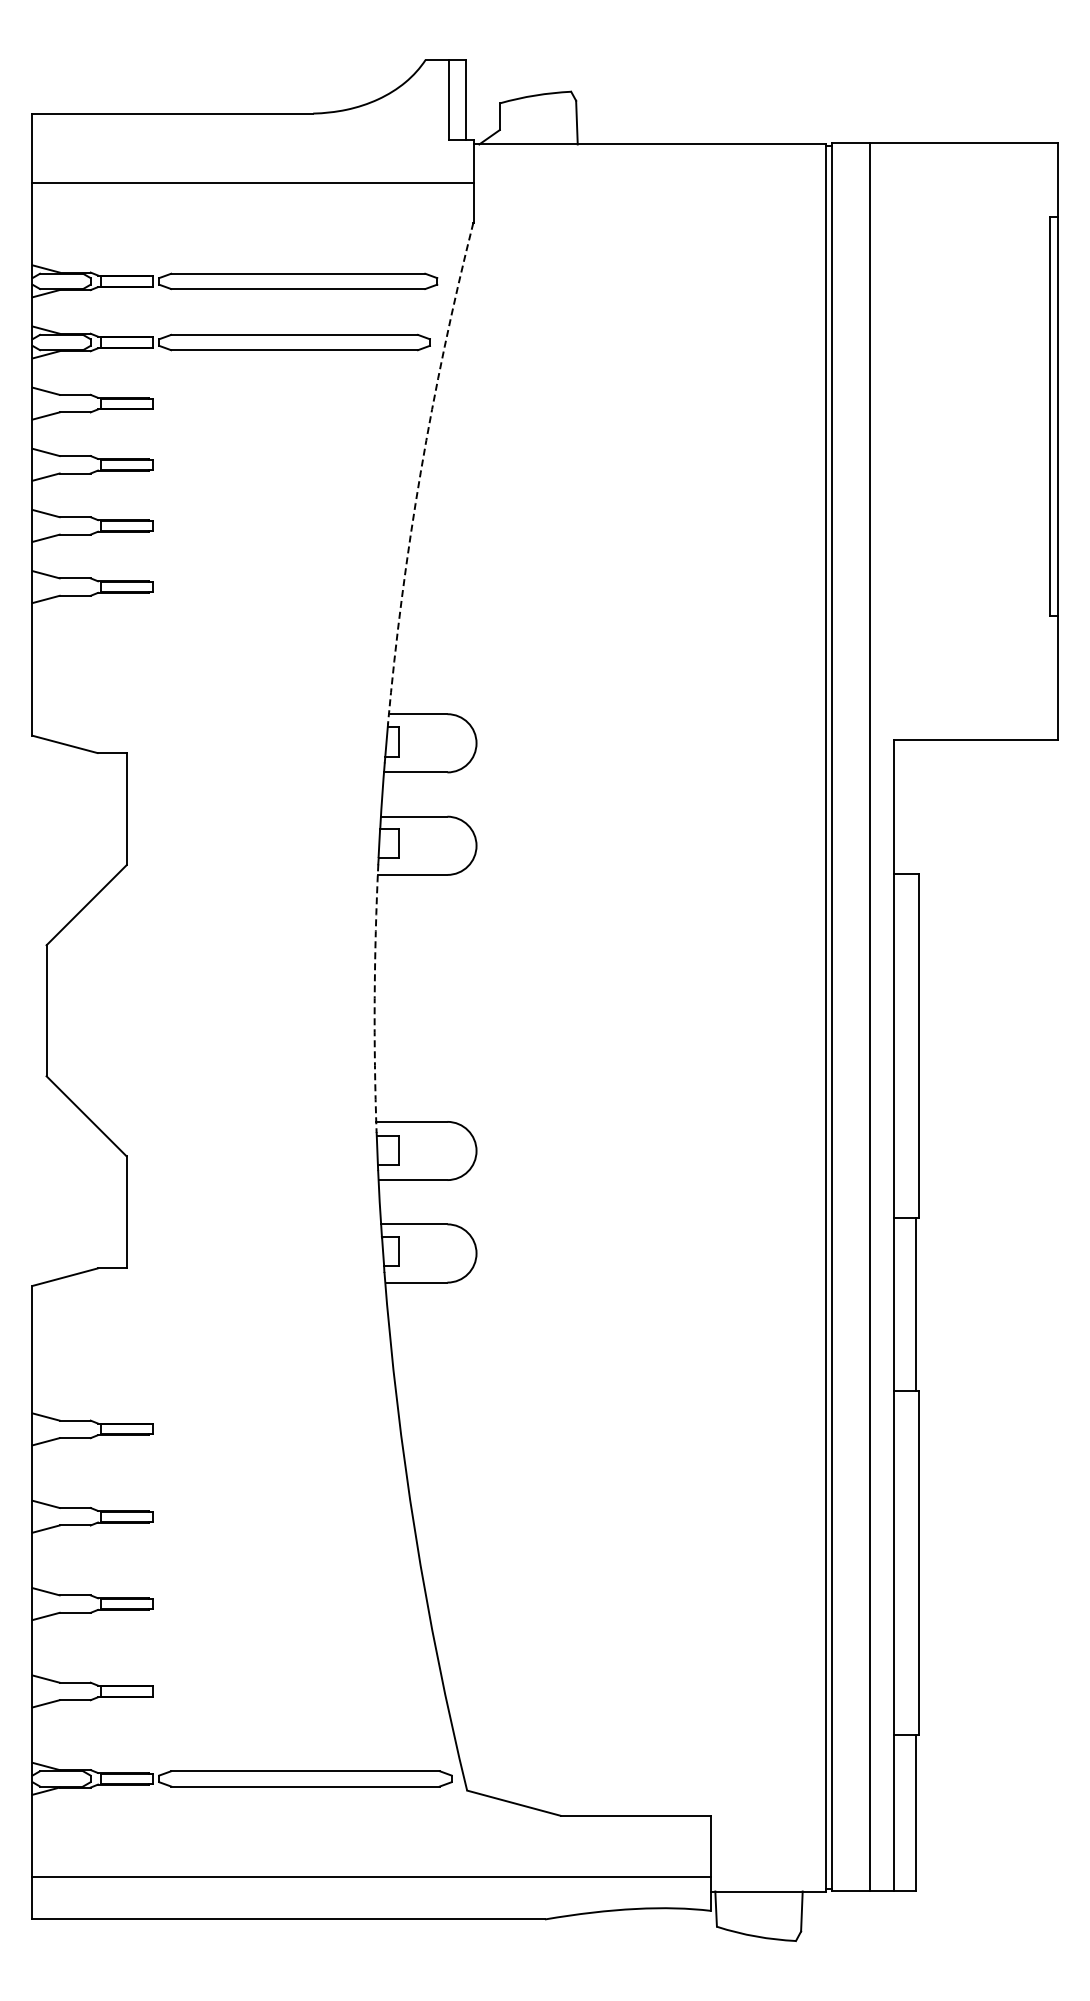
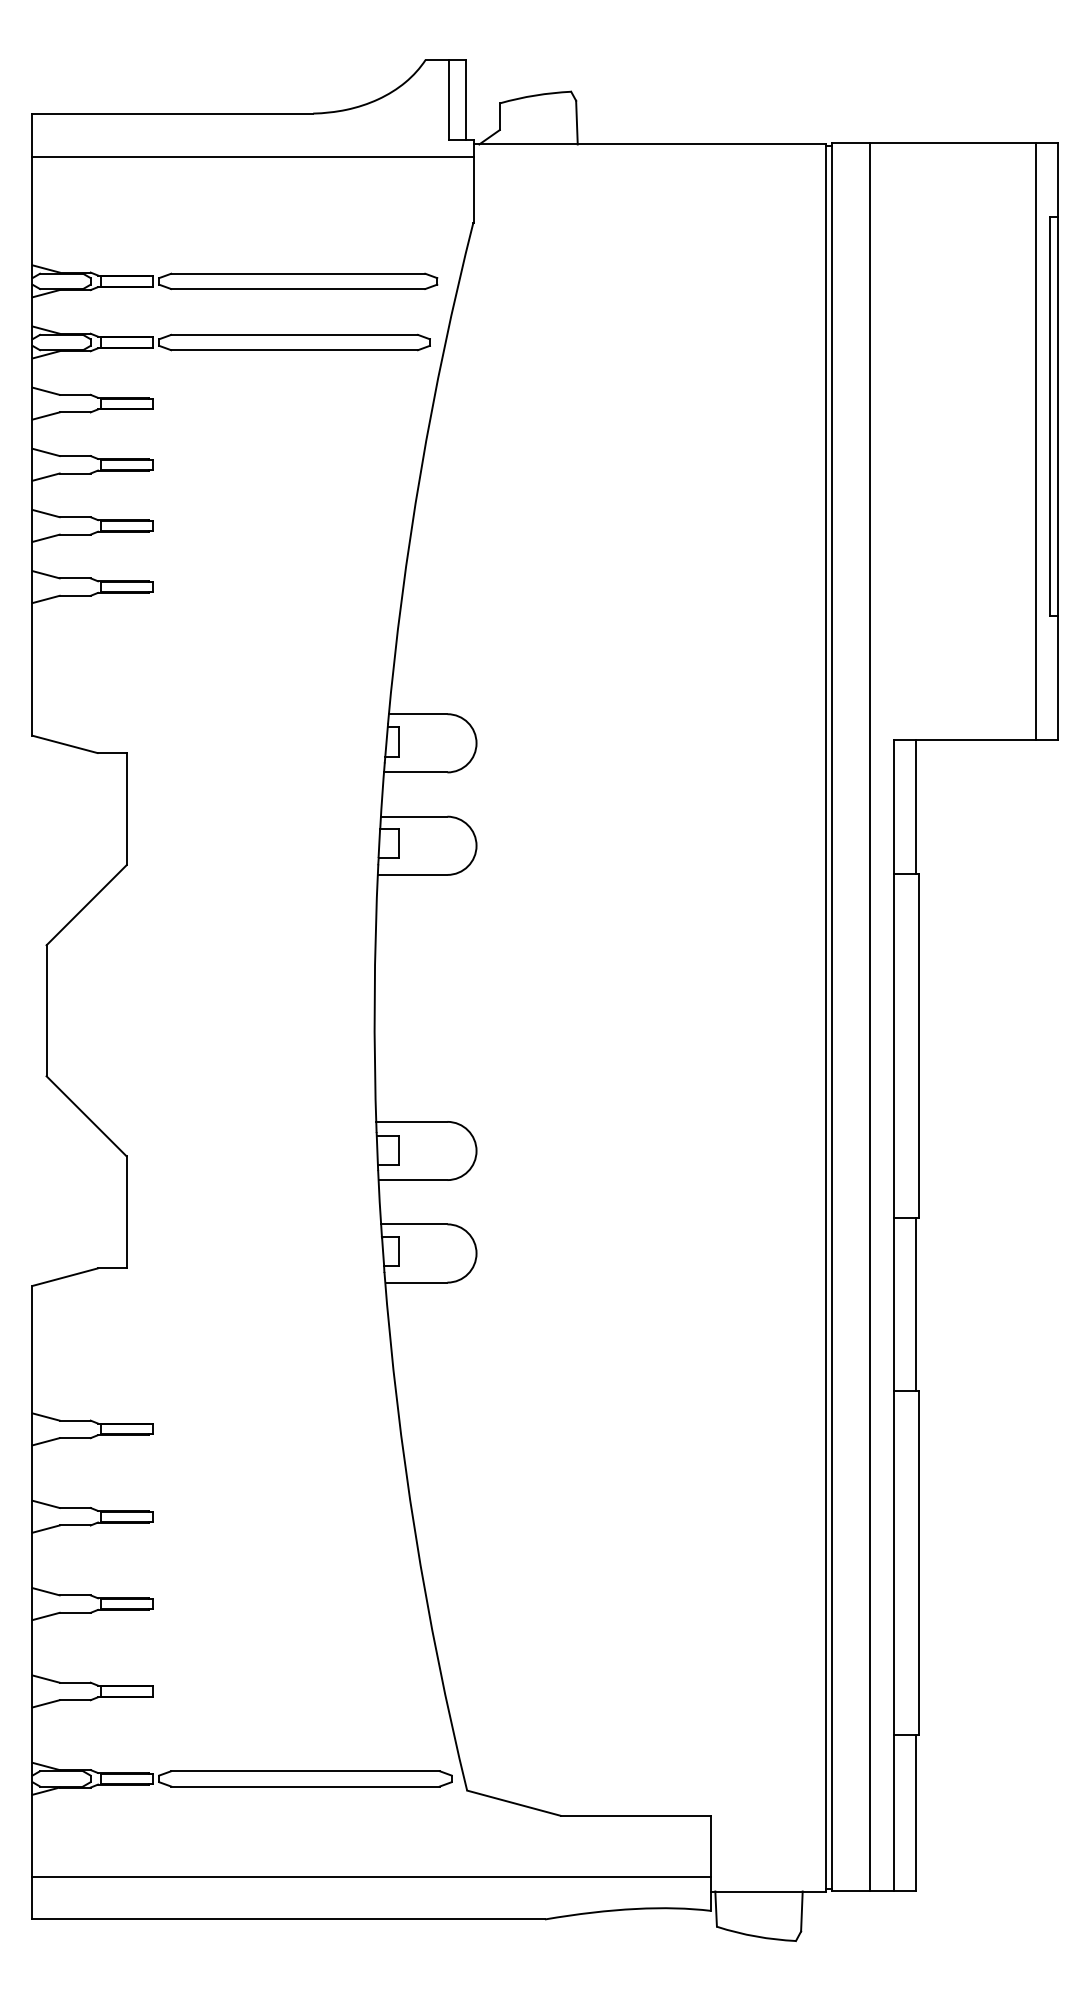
line at (252, 182) position: (252, 182) -> (252, 156)
line at (1035, 440): none -> present
arc at (420, 472): dashed -> solid
line at (916, 806): none -> present
arc at (374, 998): dashed -> solid
